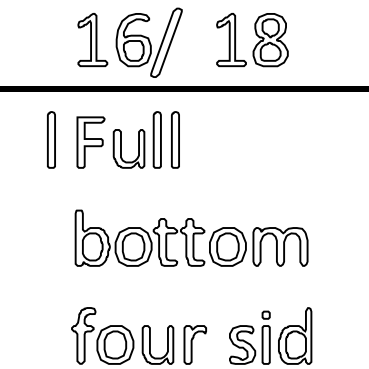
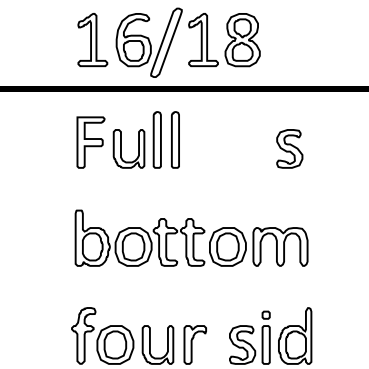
part at (252, 40) position: (252, 40) -> (224, 40)
part at (51, 139): present -> none
part at (289, 148): none -> present
